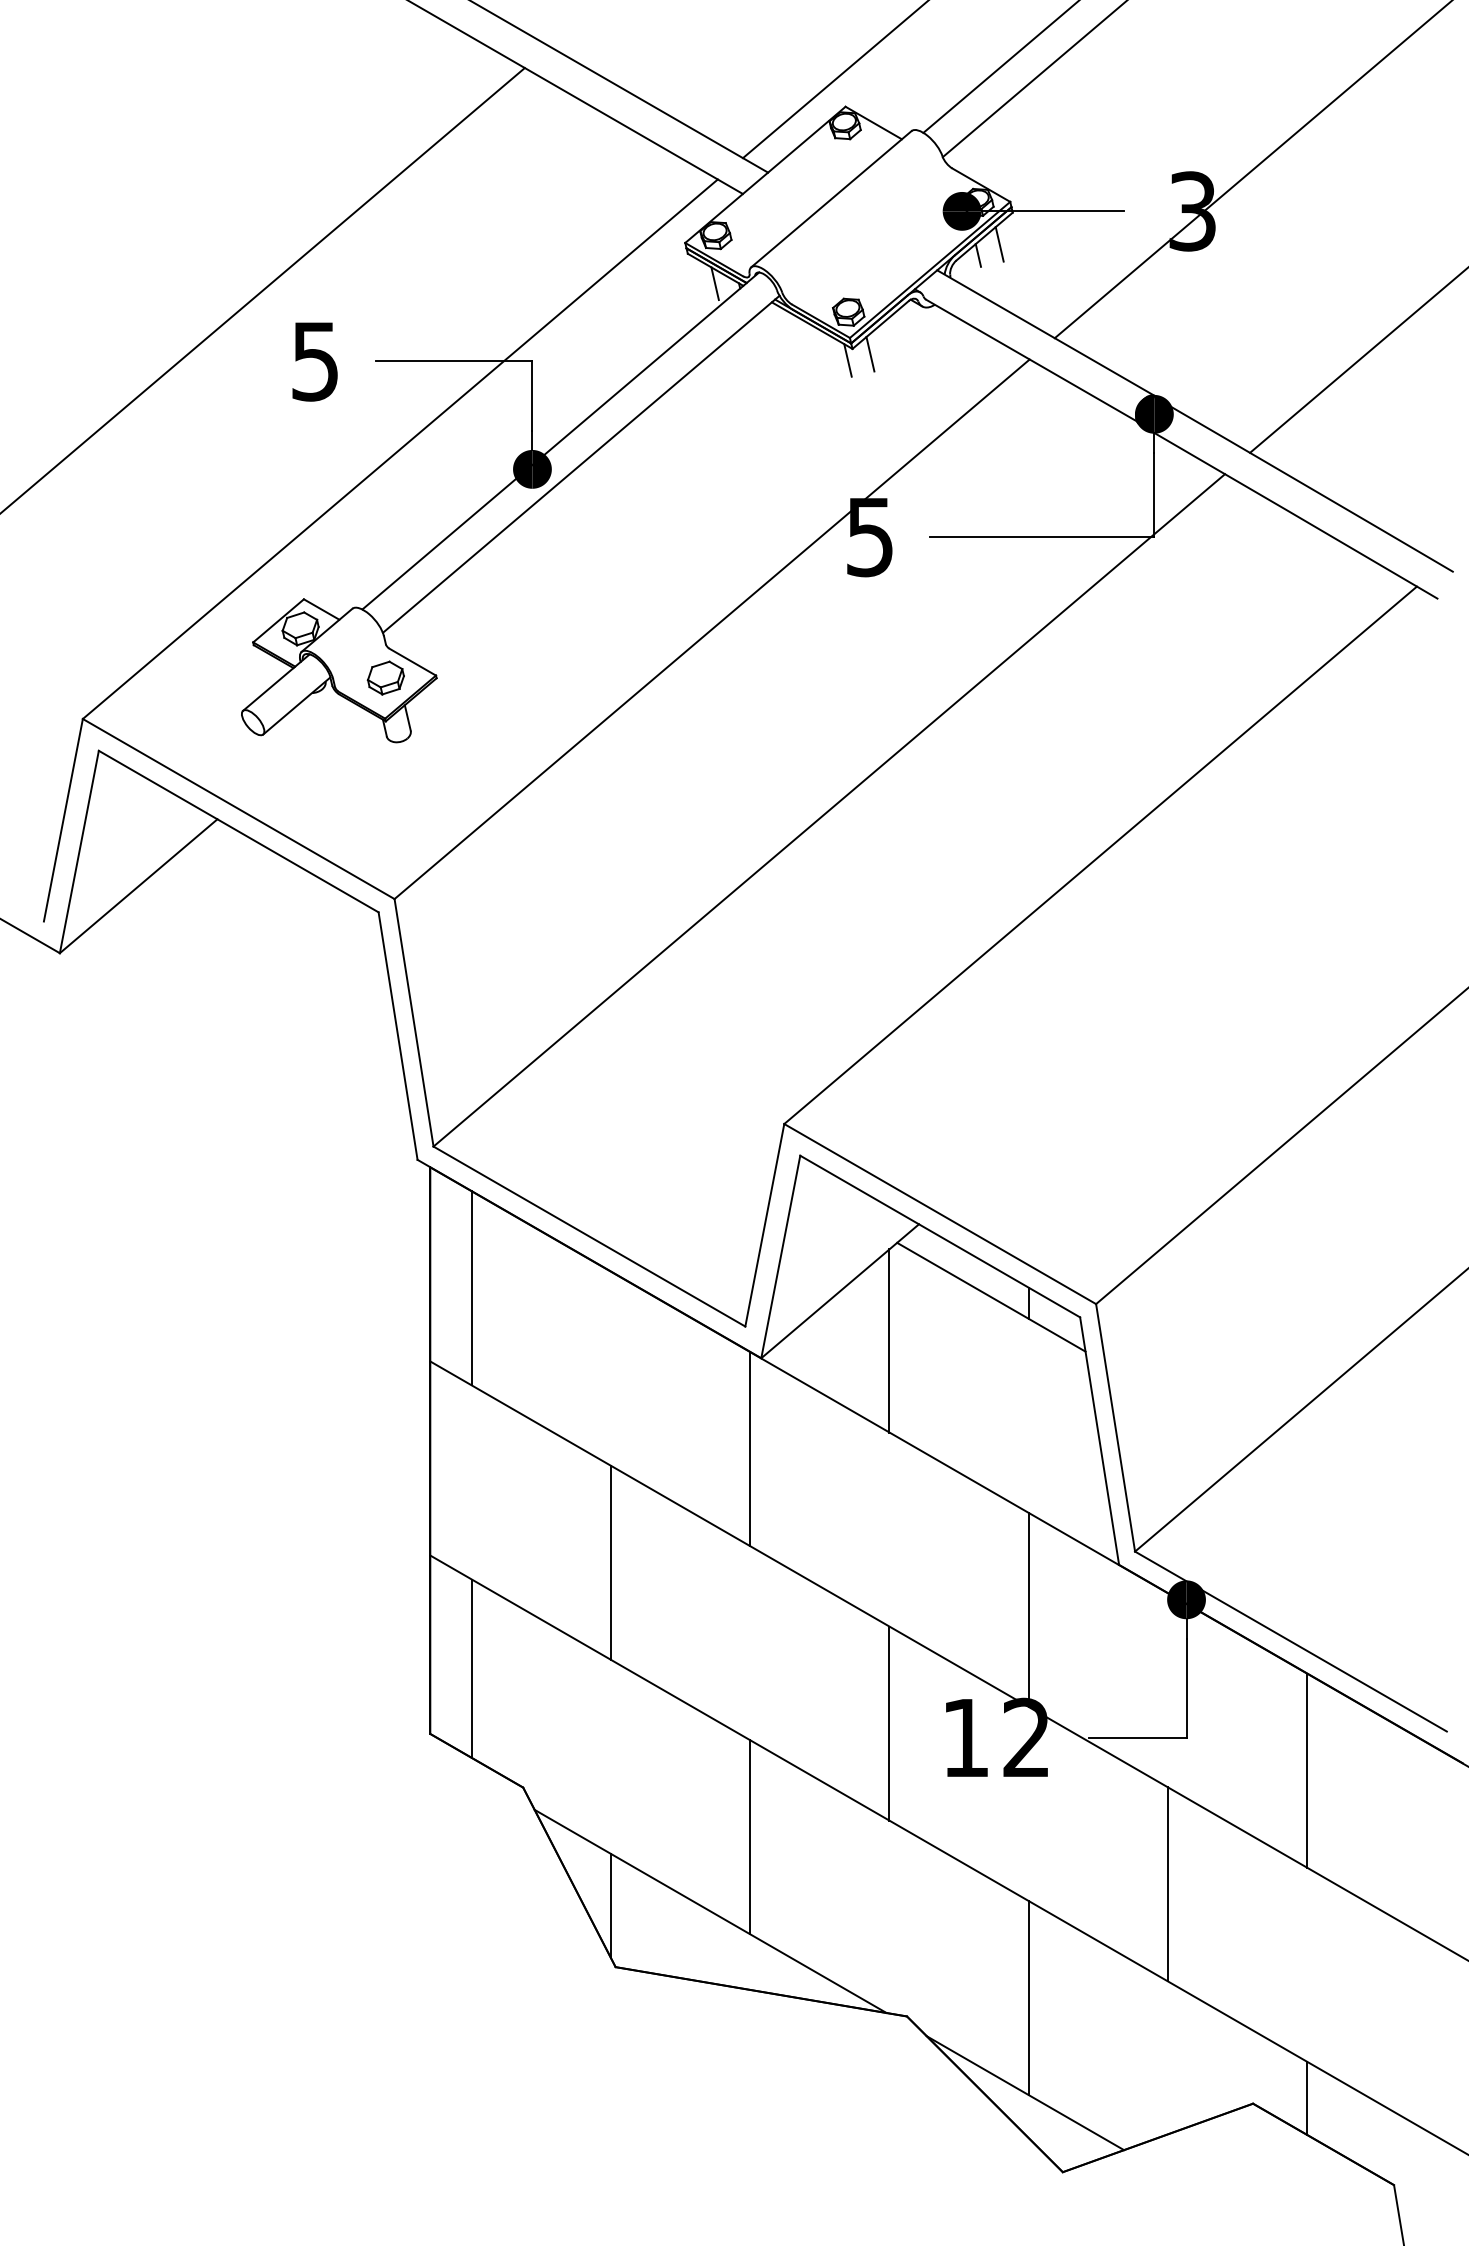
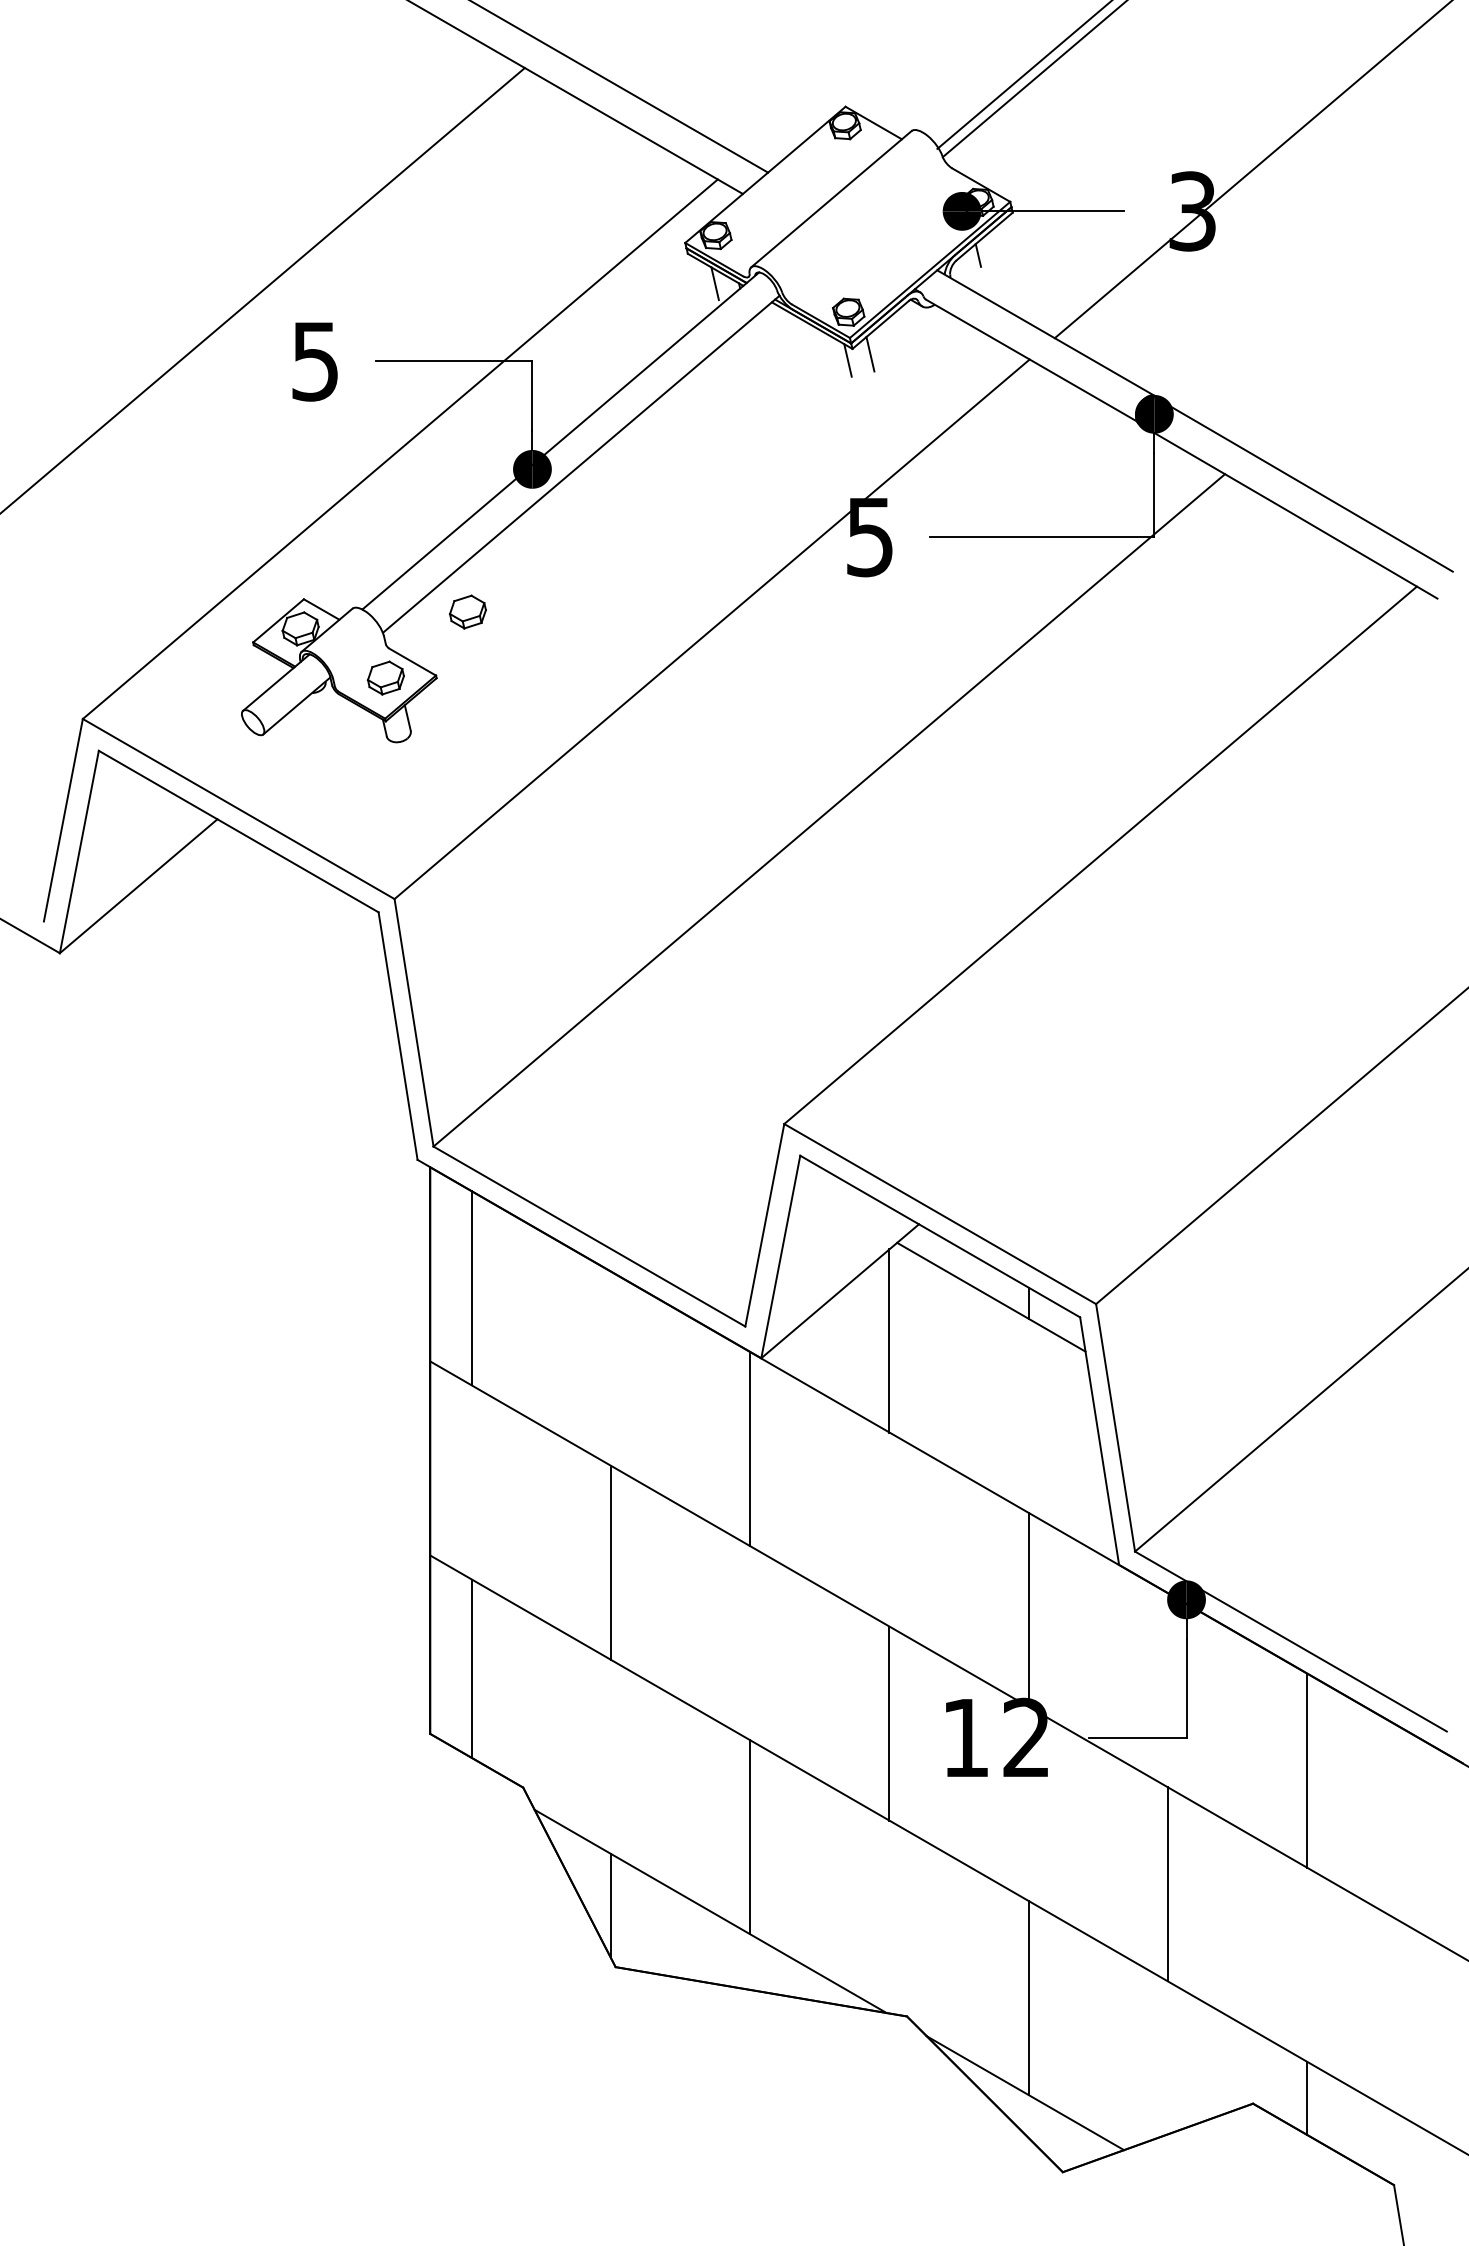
line at (999, 67) position: (999, 67) -> (1023, 75)
line at (834, 80): present -> none
line at (999, 244): present -> none
line at (1357, 360): present -> none
part at (467, 611): none -> present
